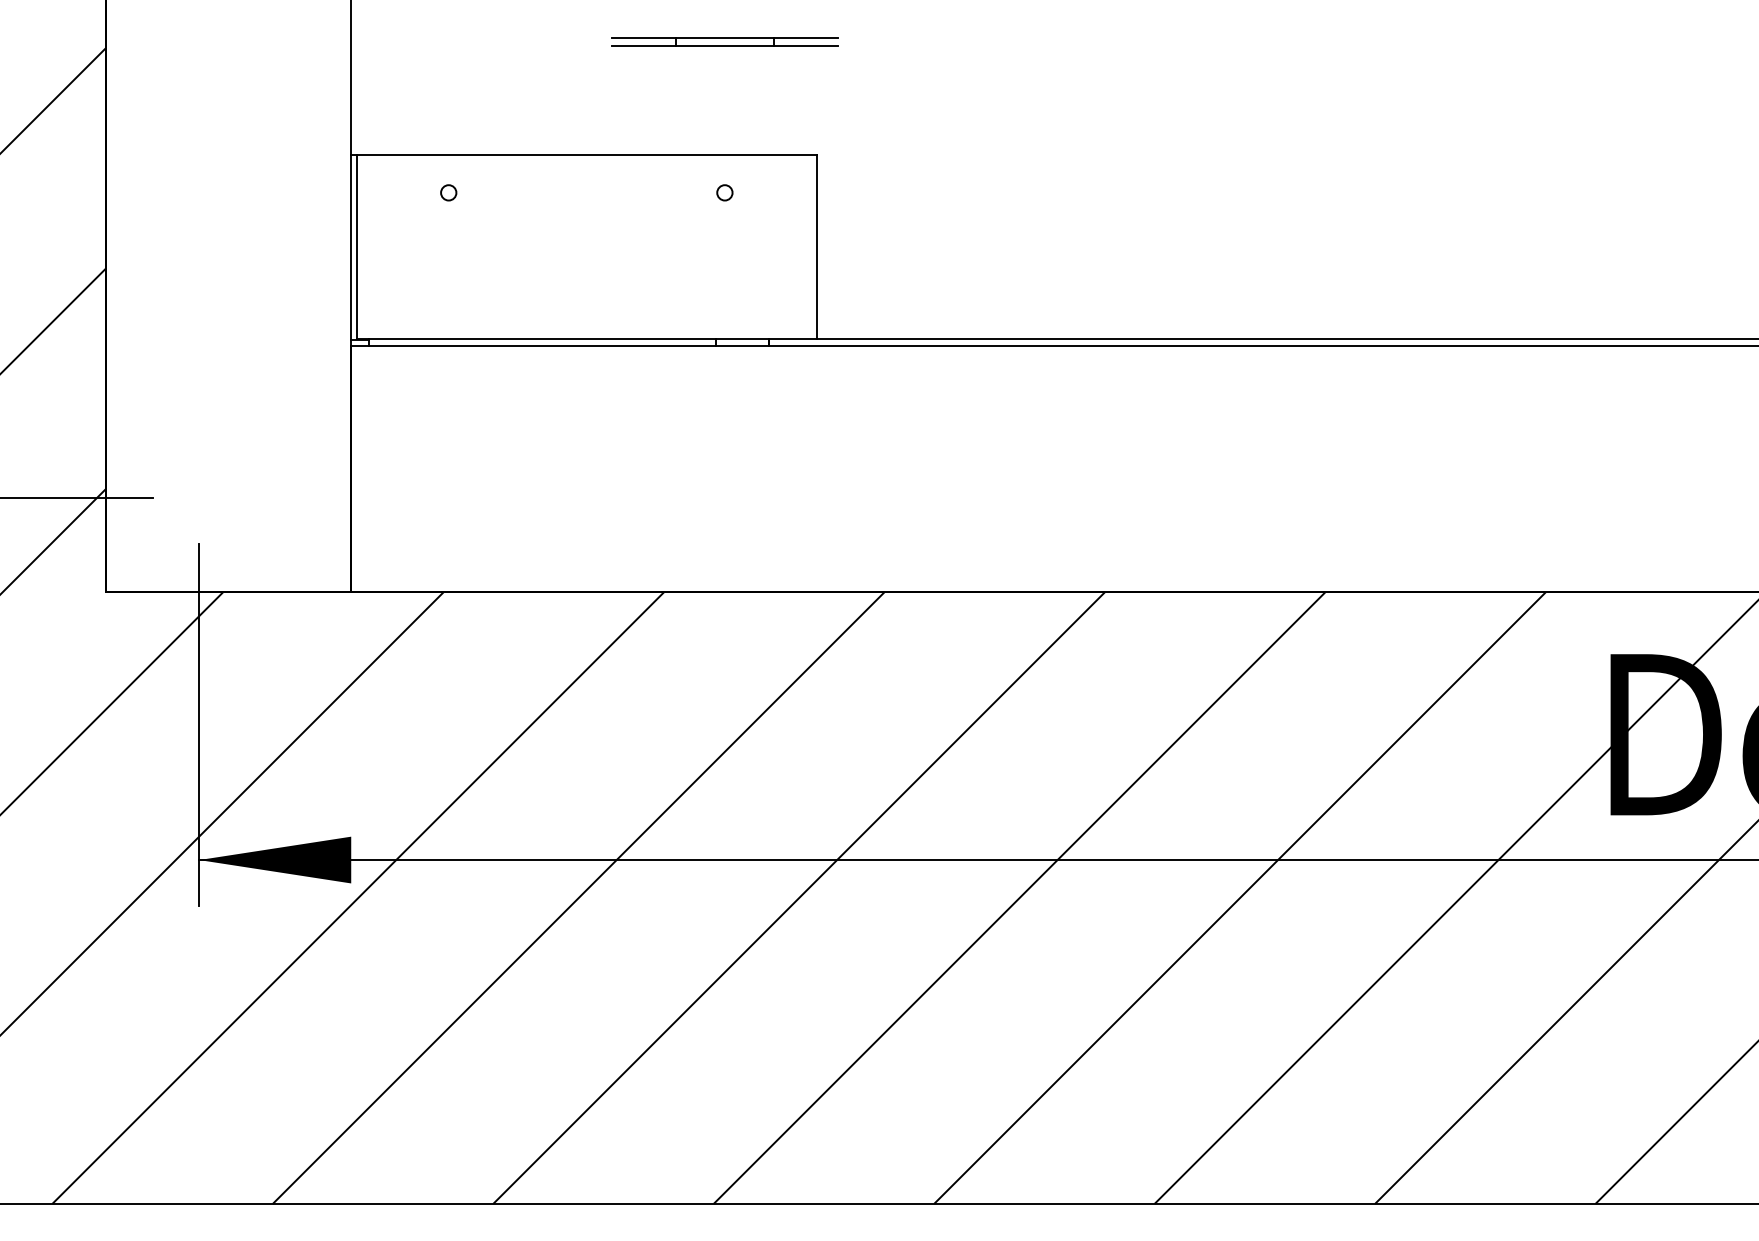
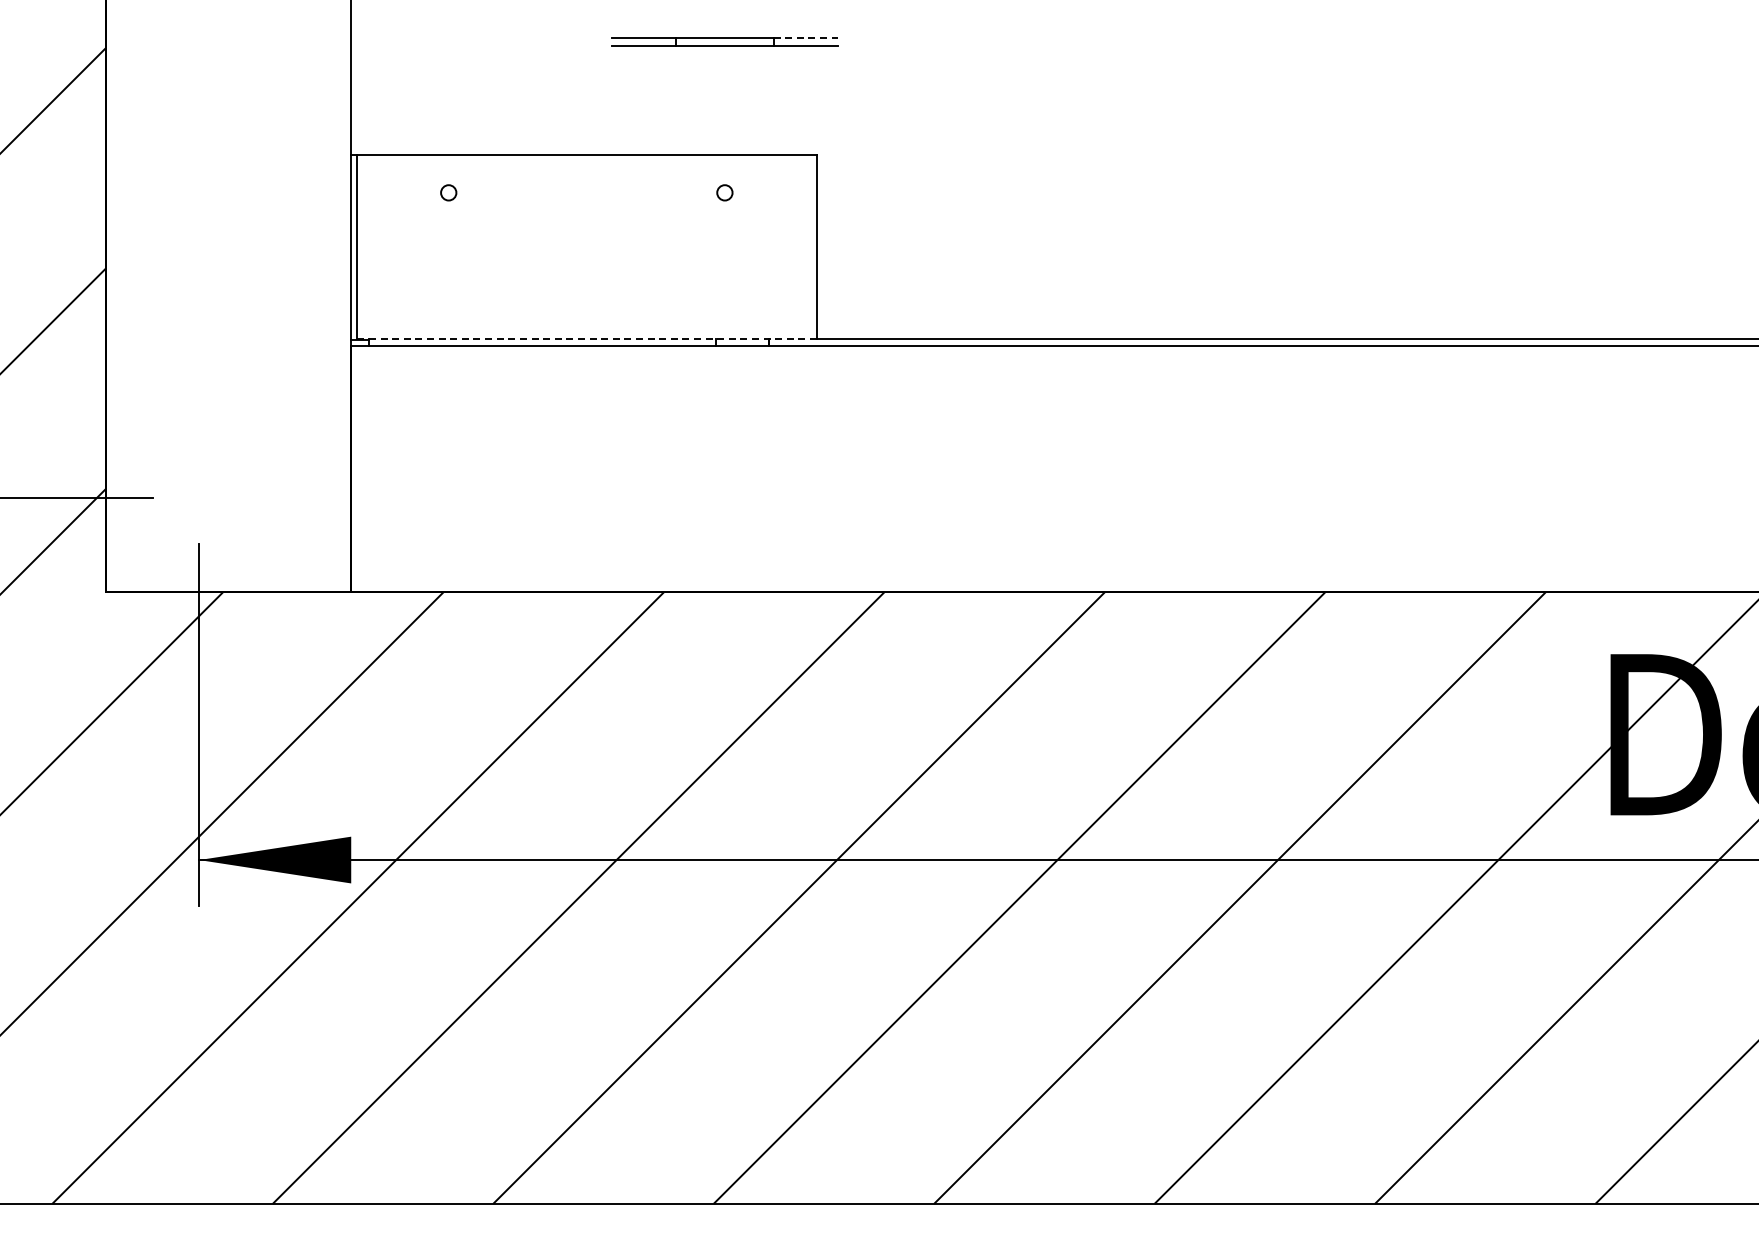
line at (806, 37): solid -> dashed
line at (586, 338): solid -> dashed
